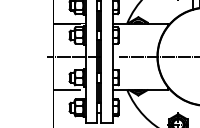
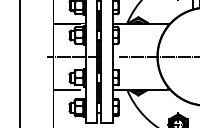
line at (19, 63): none -> present
